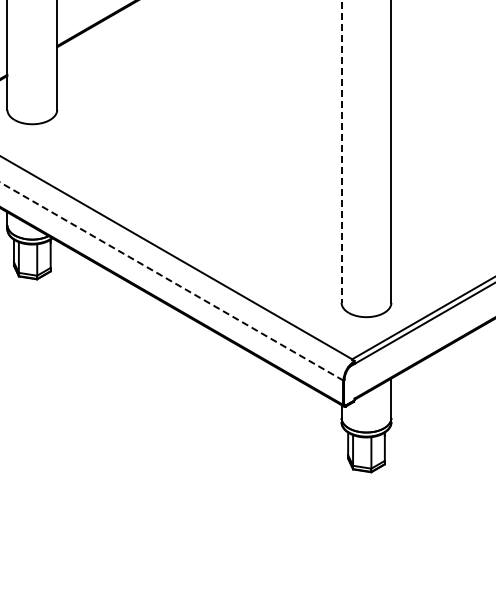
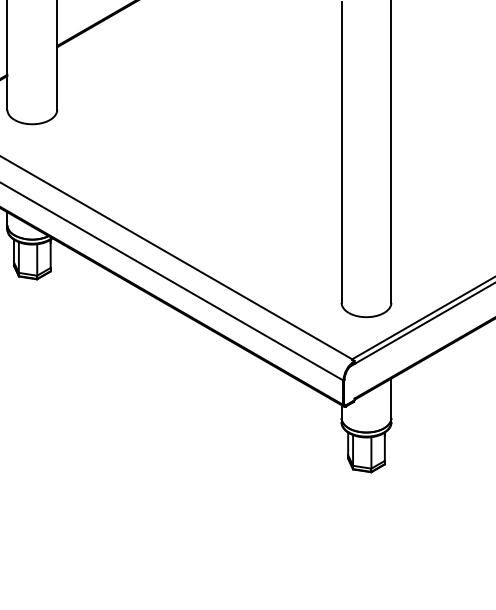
line at (341, 152): dashed -> solid
line at (171, 281): dashed -> solid
